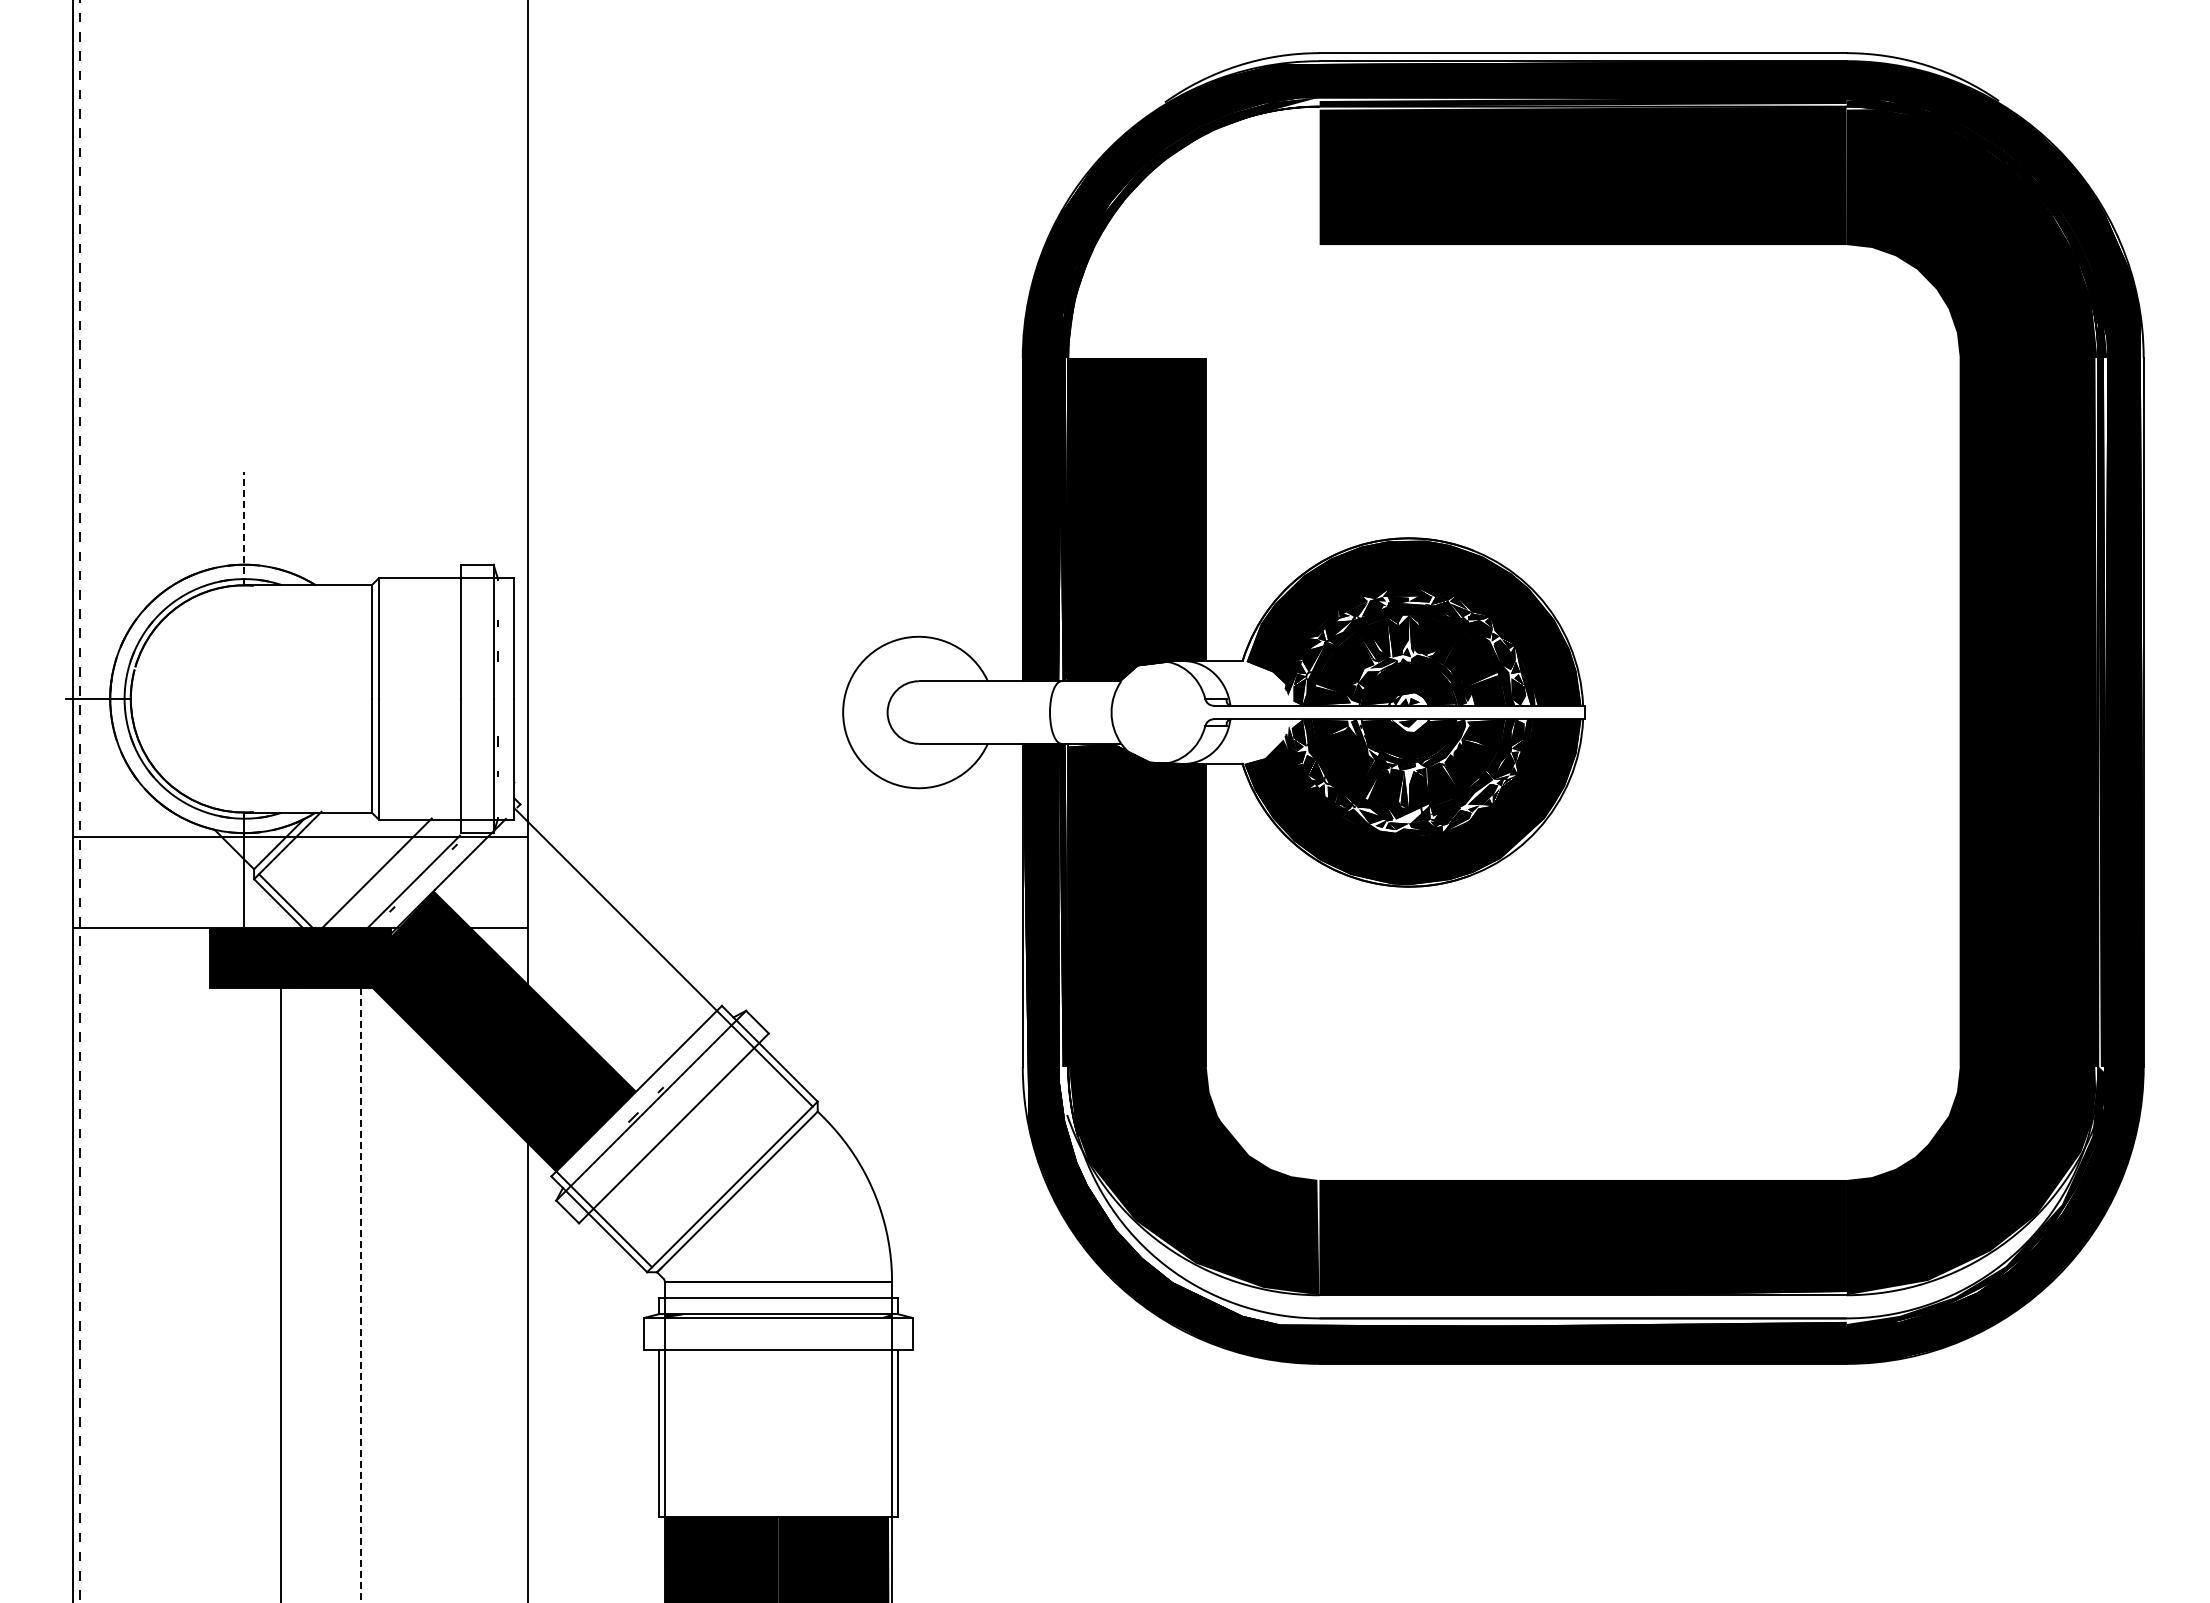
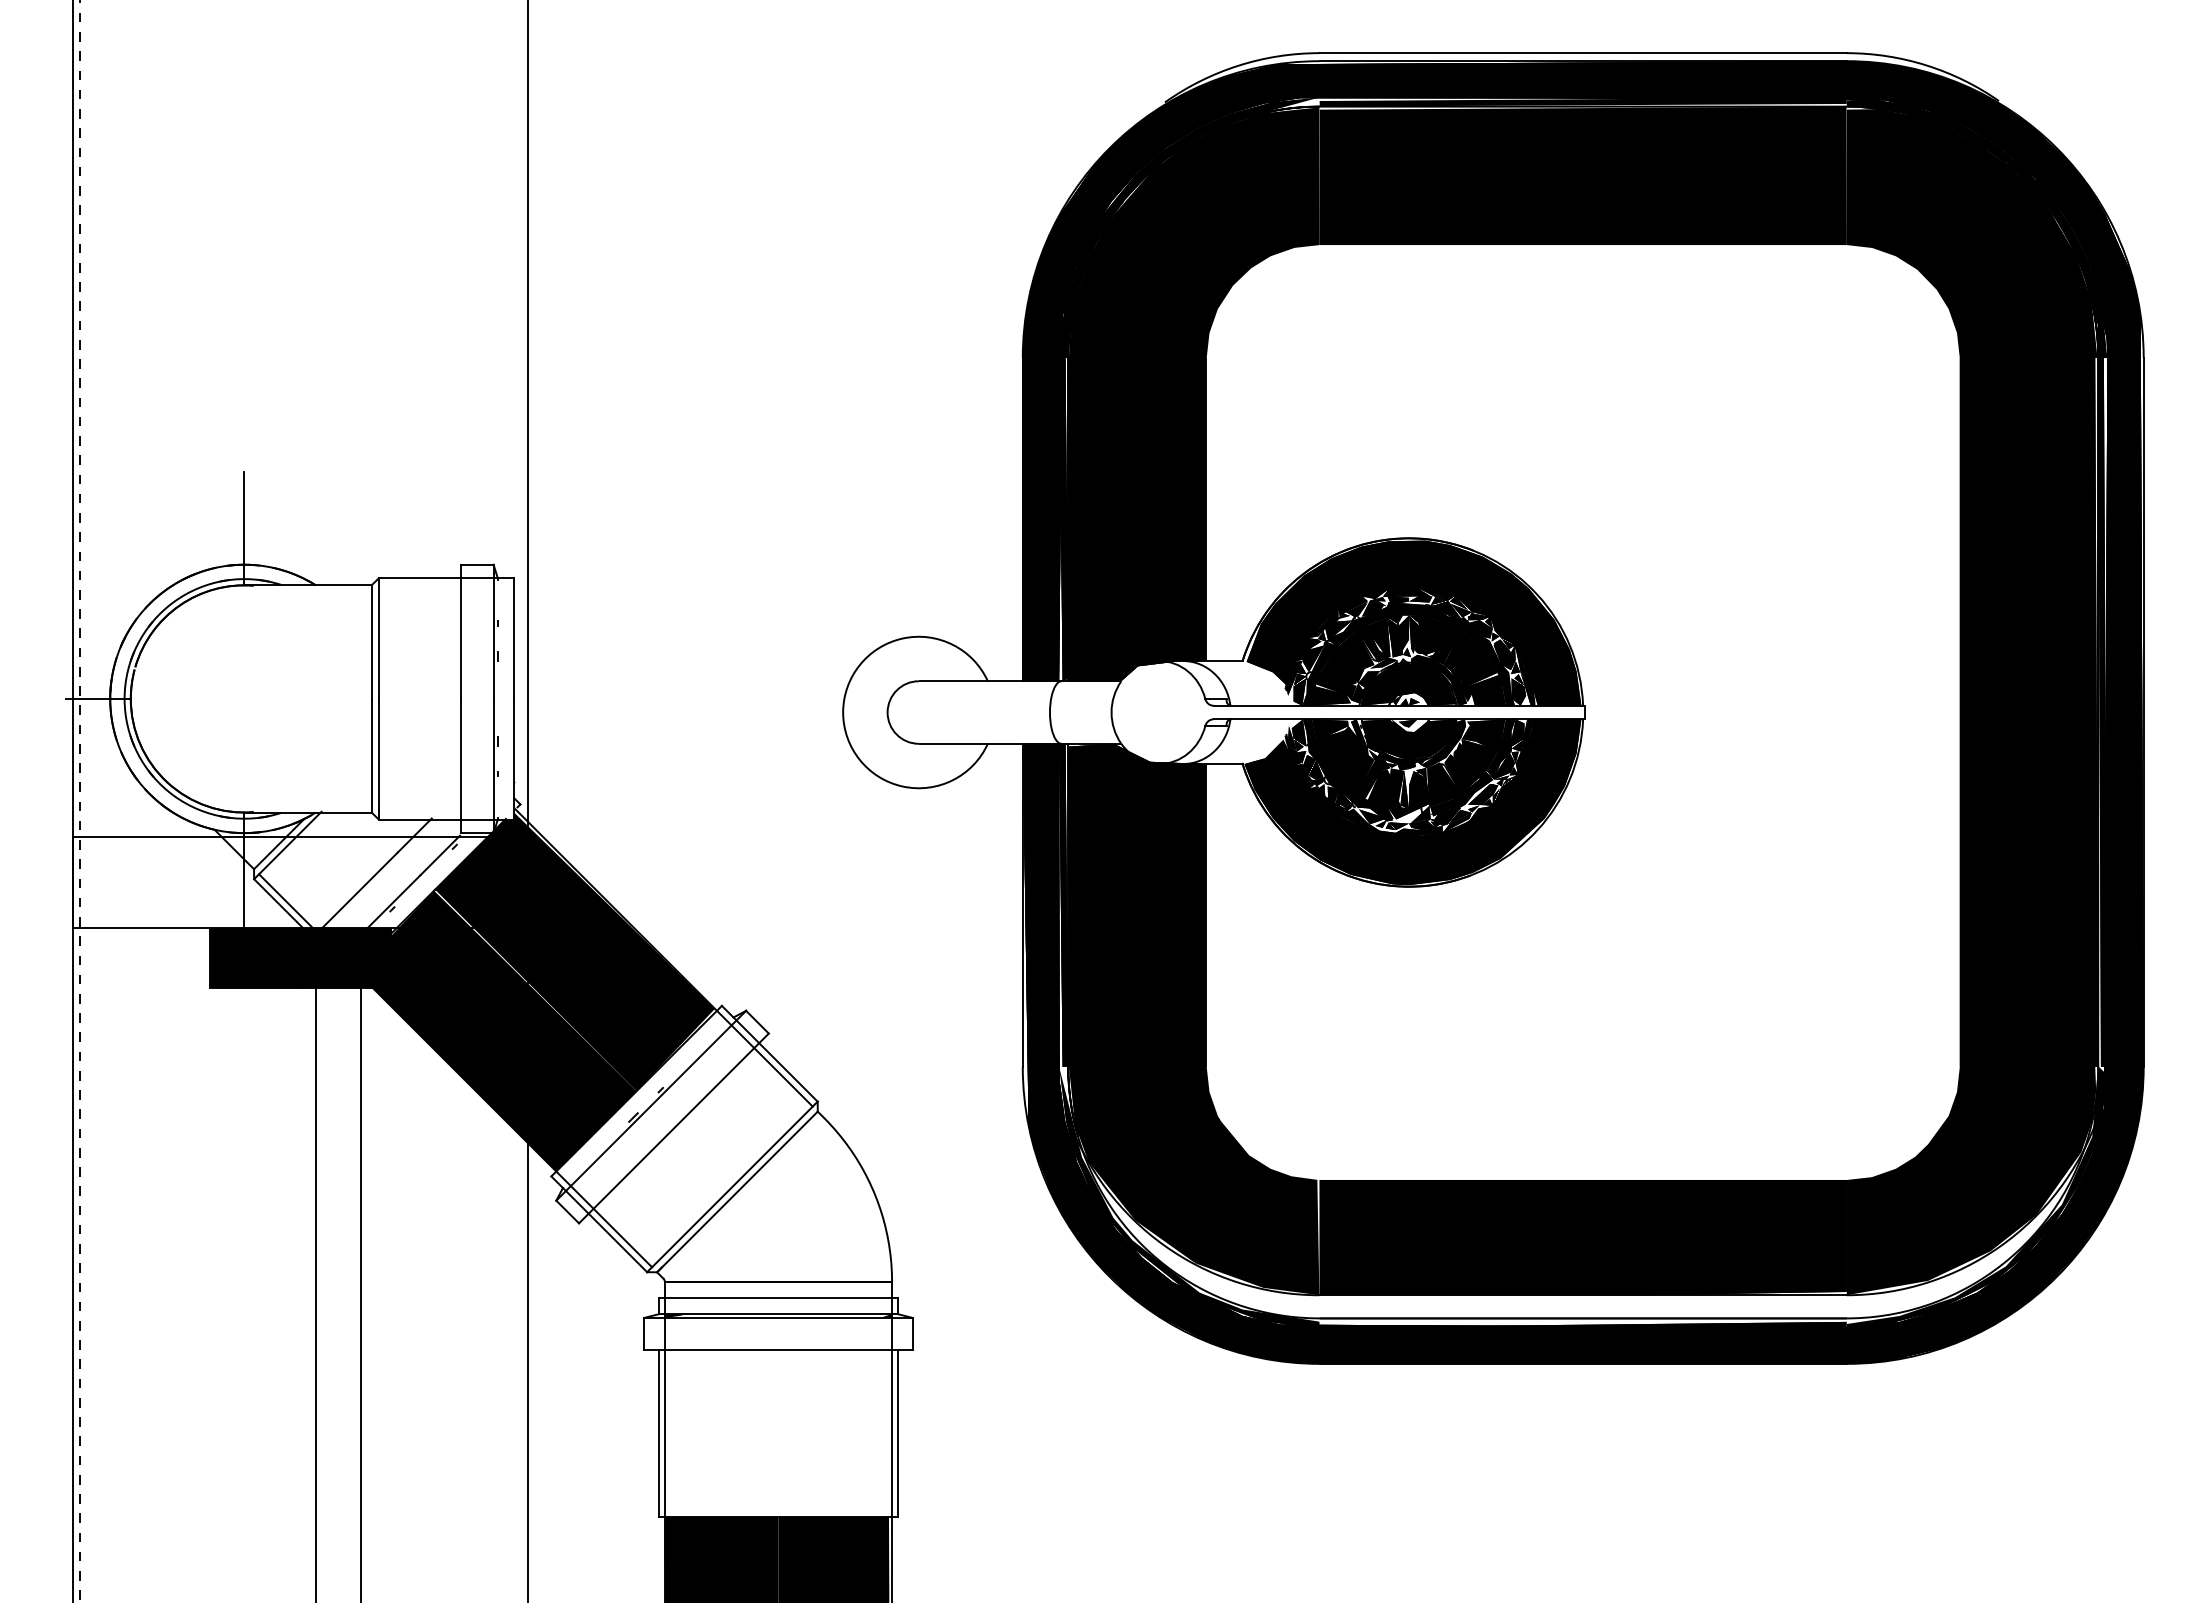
fill at (1193, 232): none -> present
line at (244, 528): dashed -> solid
fill at (574, 951): none -> present
fill at (1189, 1196): none -> present
line at (280, 1293) position: (280, 1293) -> (315, 1293)
line at (361, 1295): dashed -> solid
